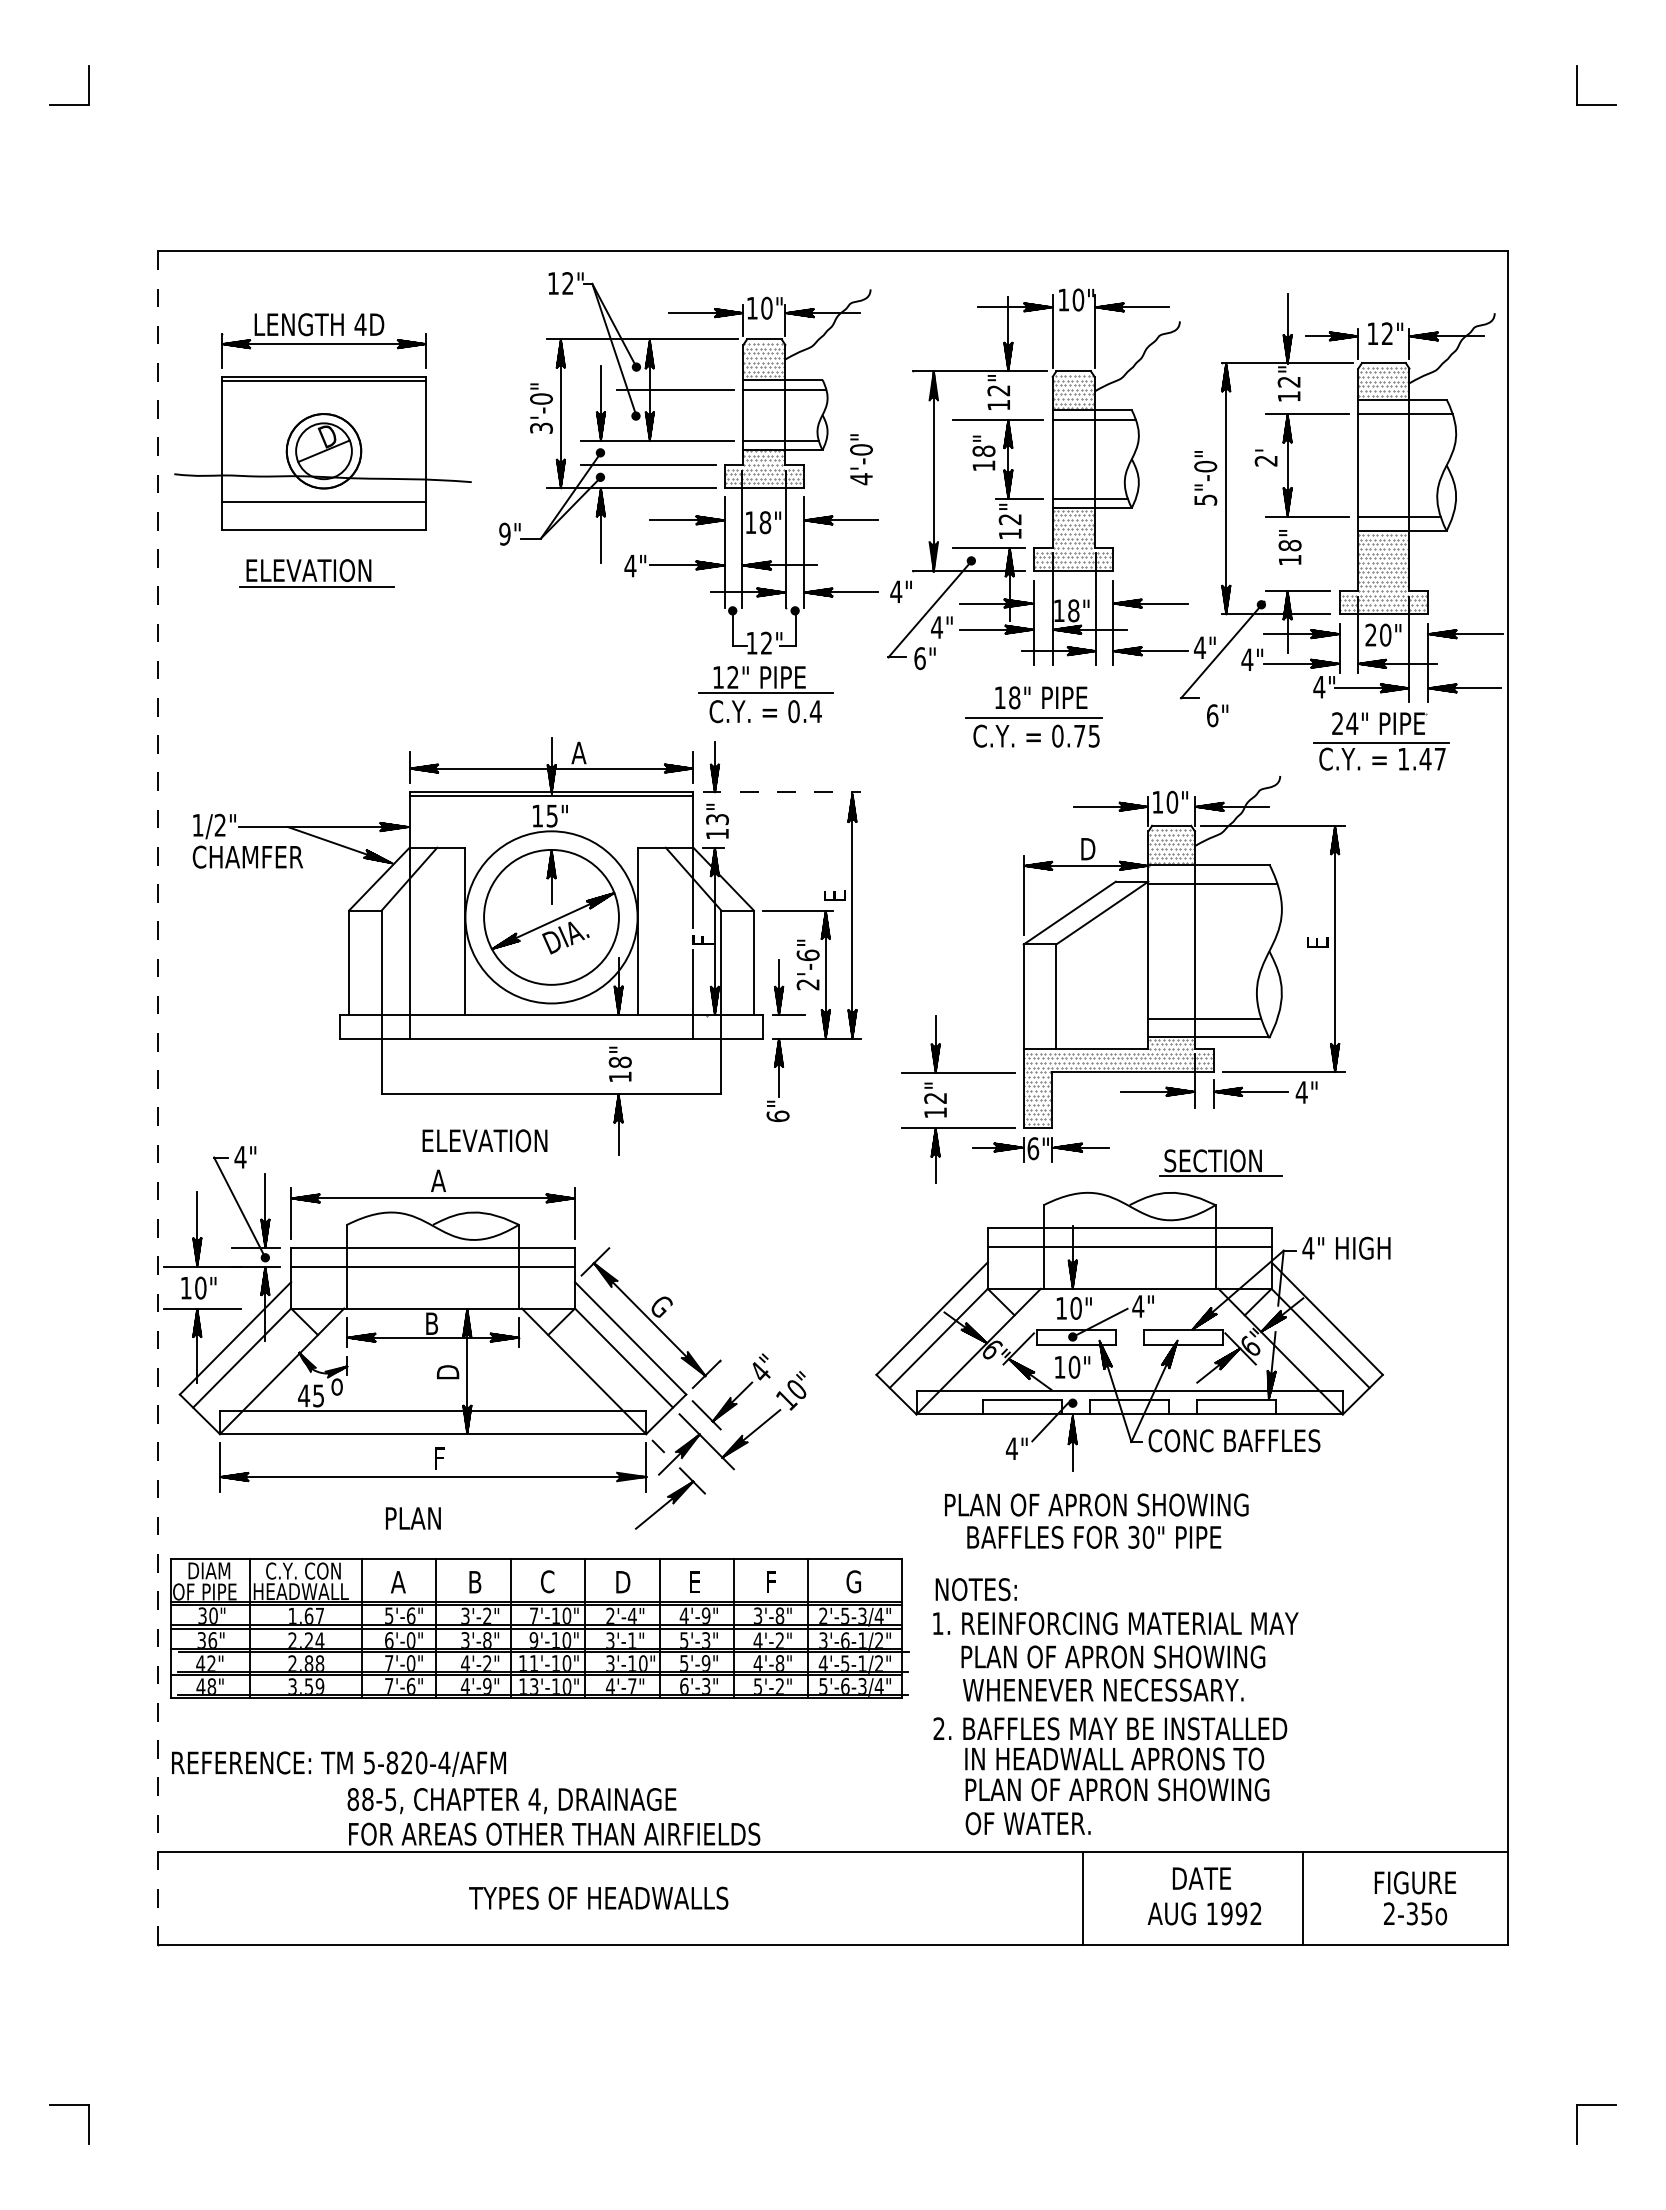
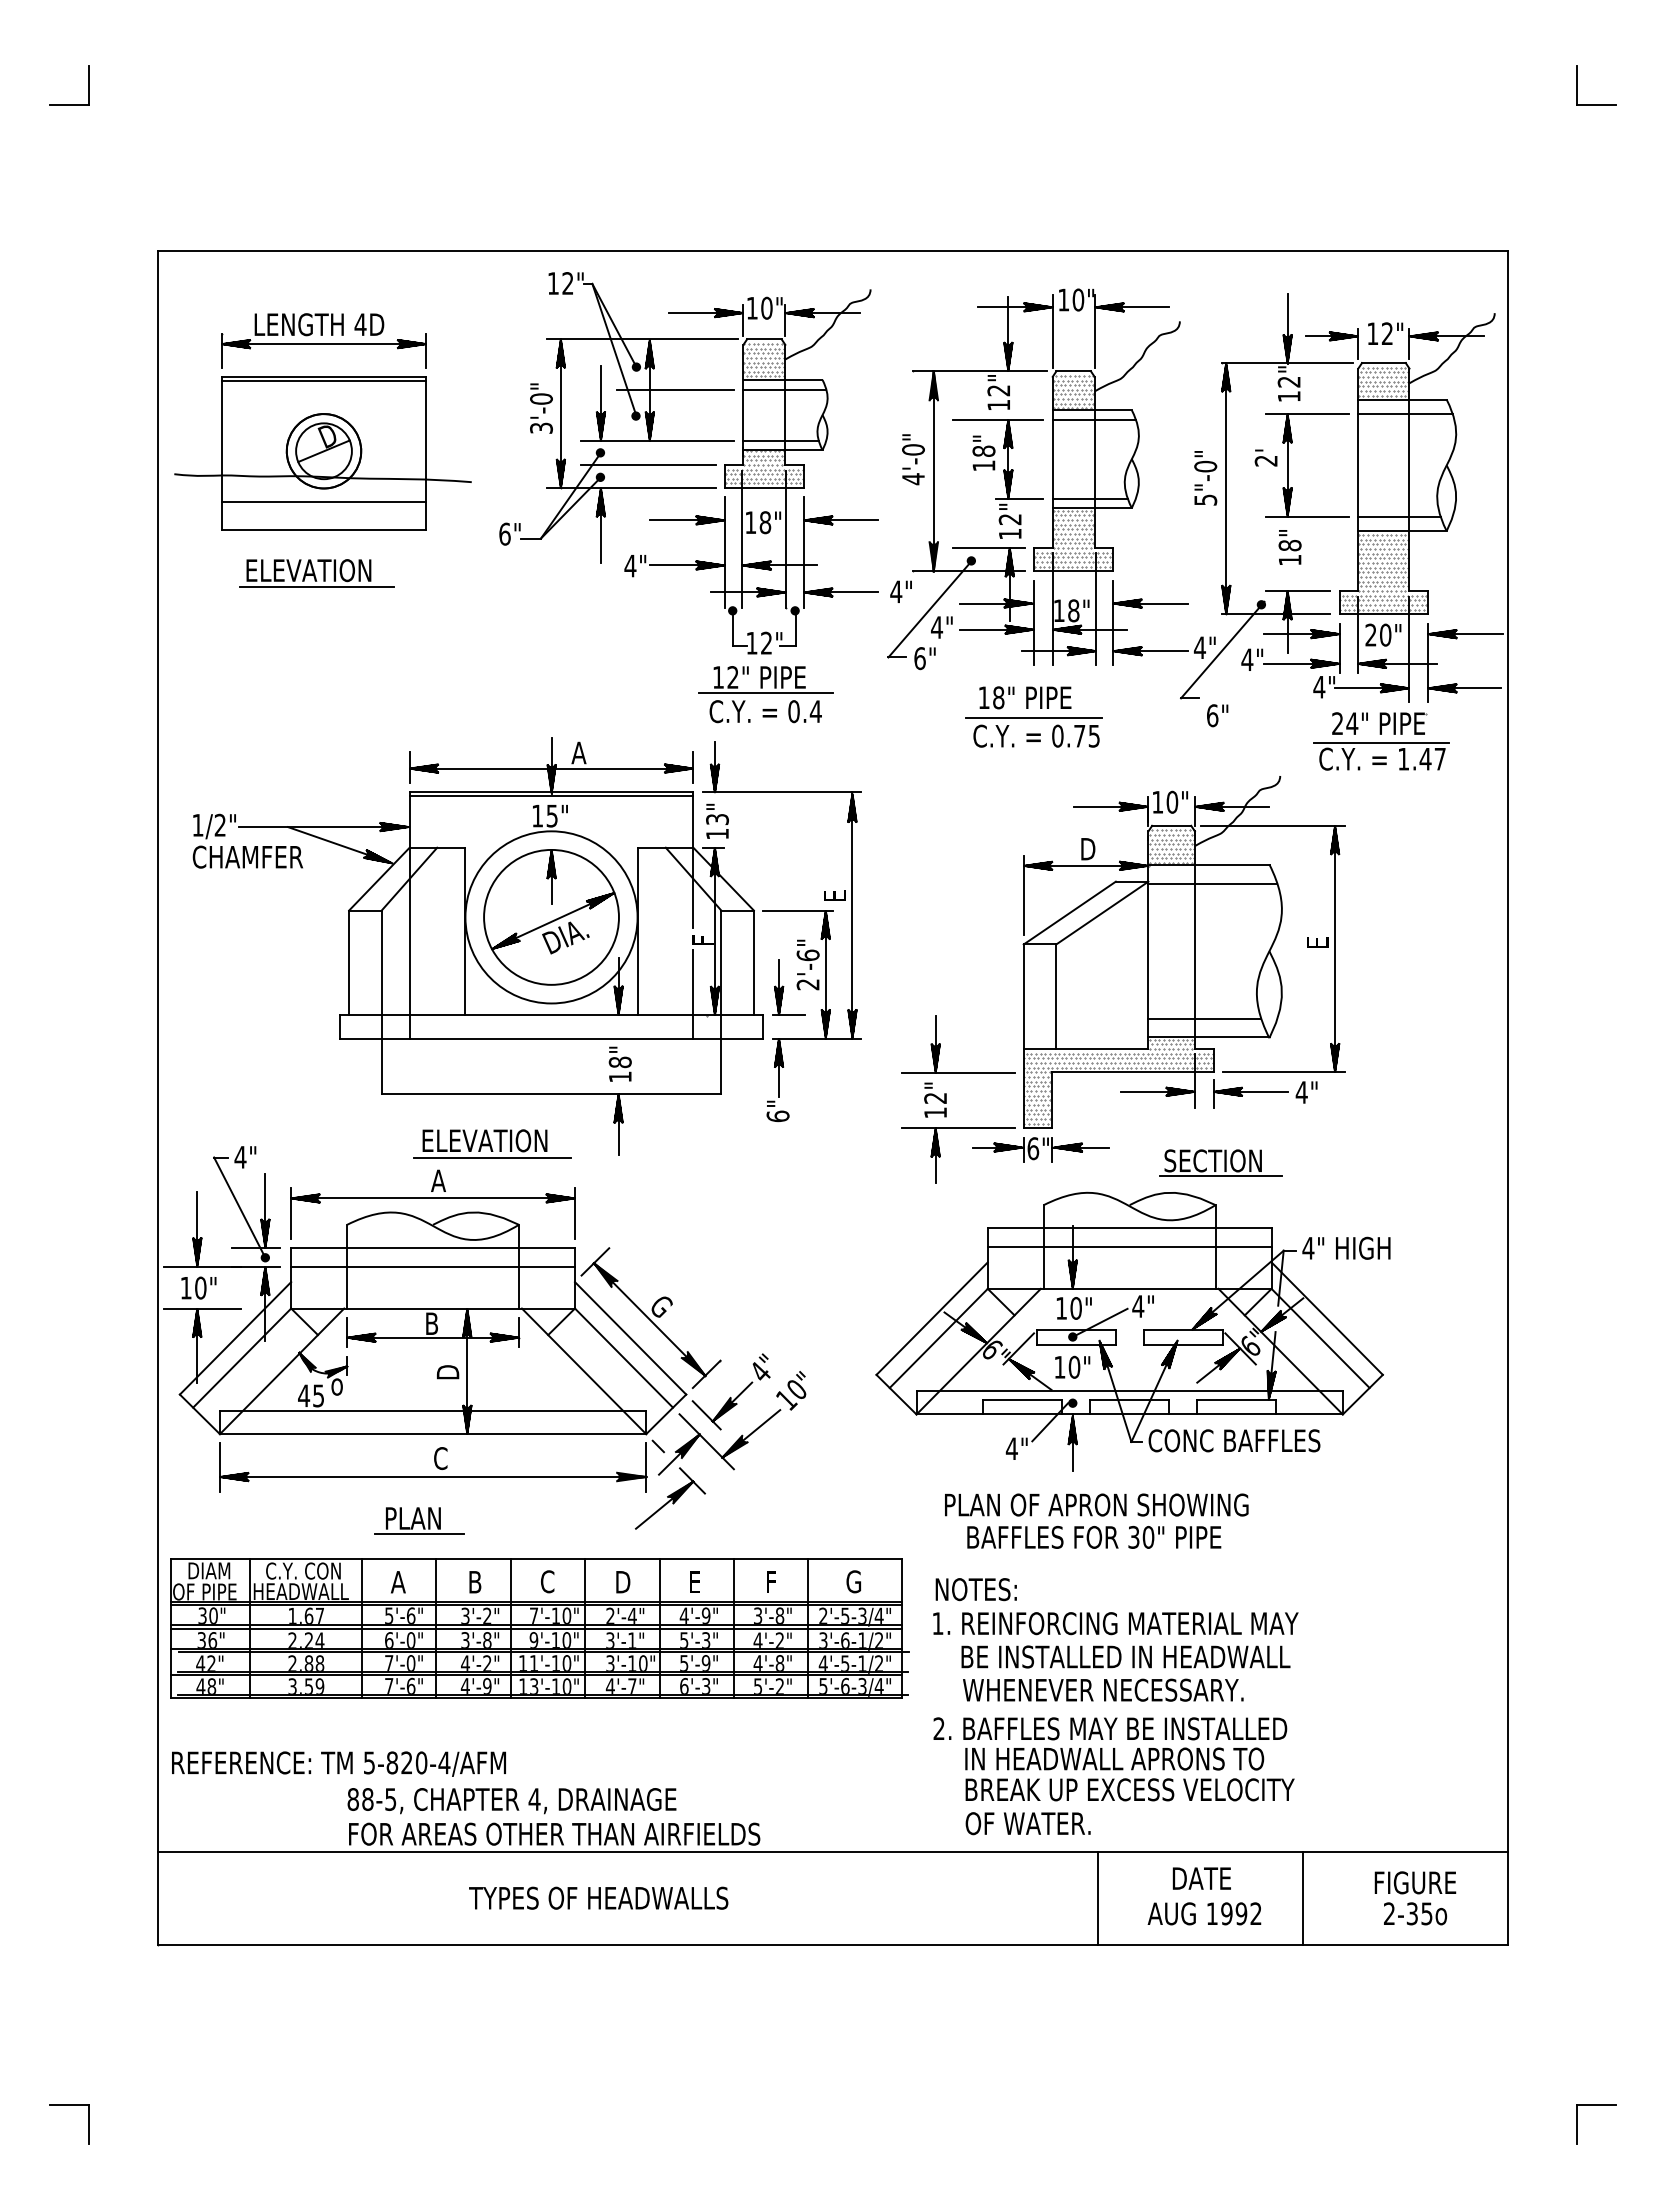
text at (861, 459) position: (861, 459) -> (913, 459)
text at (504, 533): 9" -> 6"
text at (1041, 697) position: (1041, 697) -> (1025, 697)
line at (782, 791): dashed -> solid
line at (158, 1098): dashed -> solid
line at (492, 1157): none -> present
text at (440, 1458): F -> C
line at (419, 1534): none -> present
text at (1126, 1656): PLAN OF APRON SHOWING -> BE INSTALLED IN HEADWALL
text at (1131, 1789): PLAN OF APRON SHOWING -> BREAK UP EXCESS VELOCITY
line at (1083, 1897) position: (1083, 1897) -> (1098, 1897)
